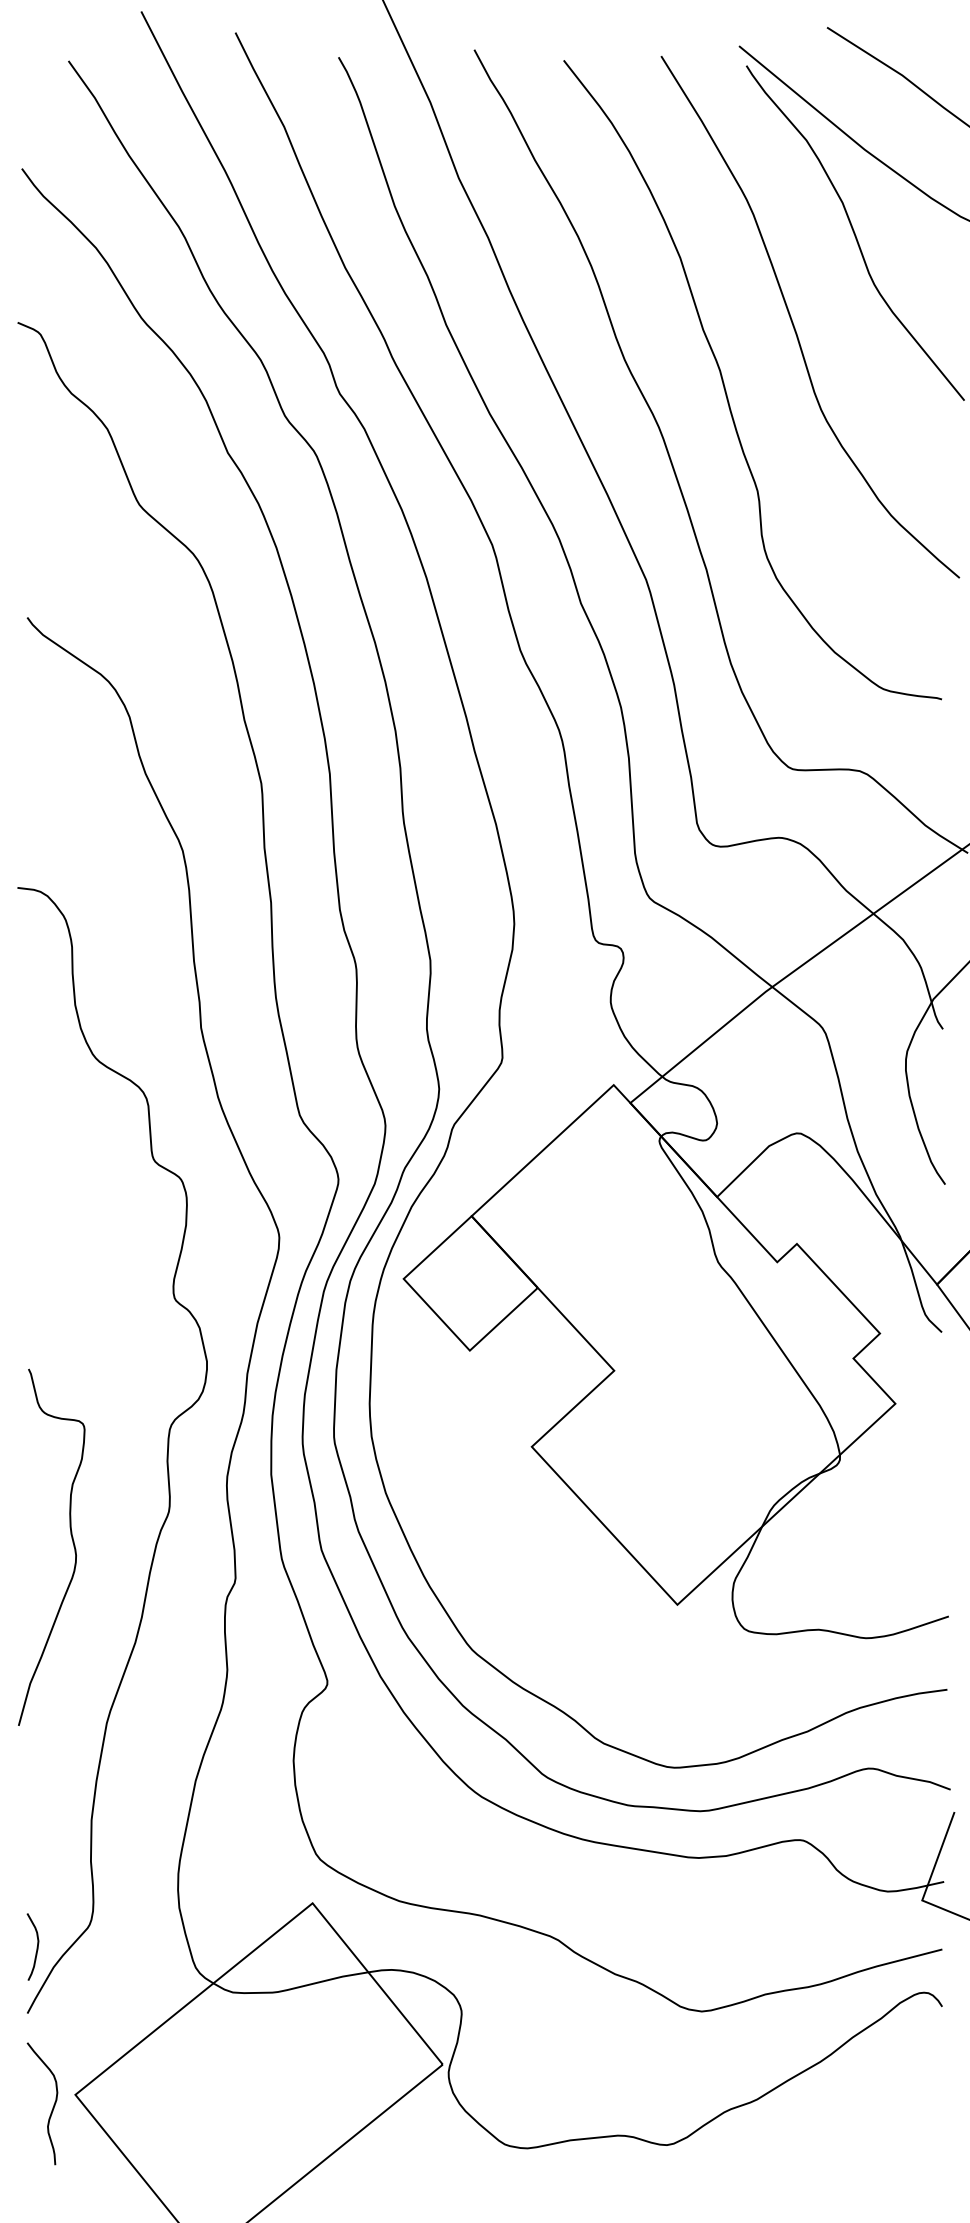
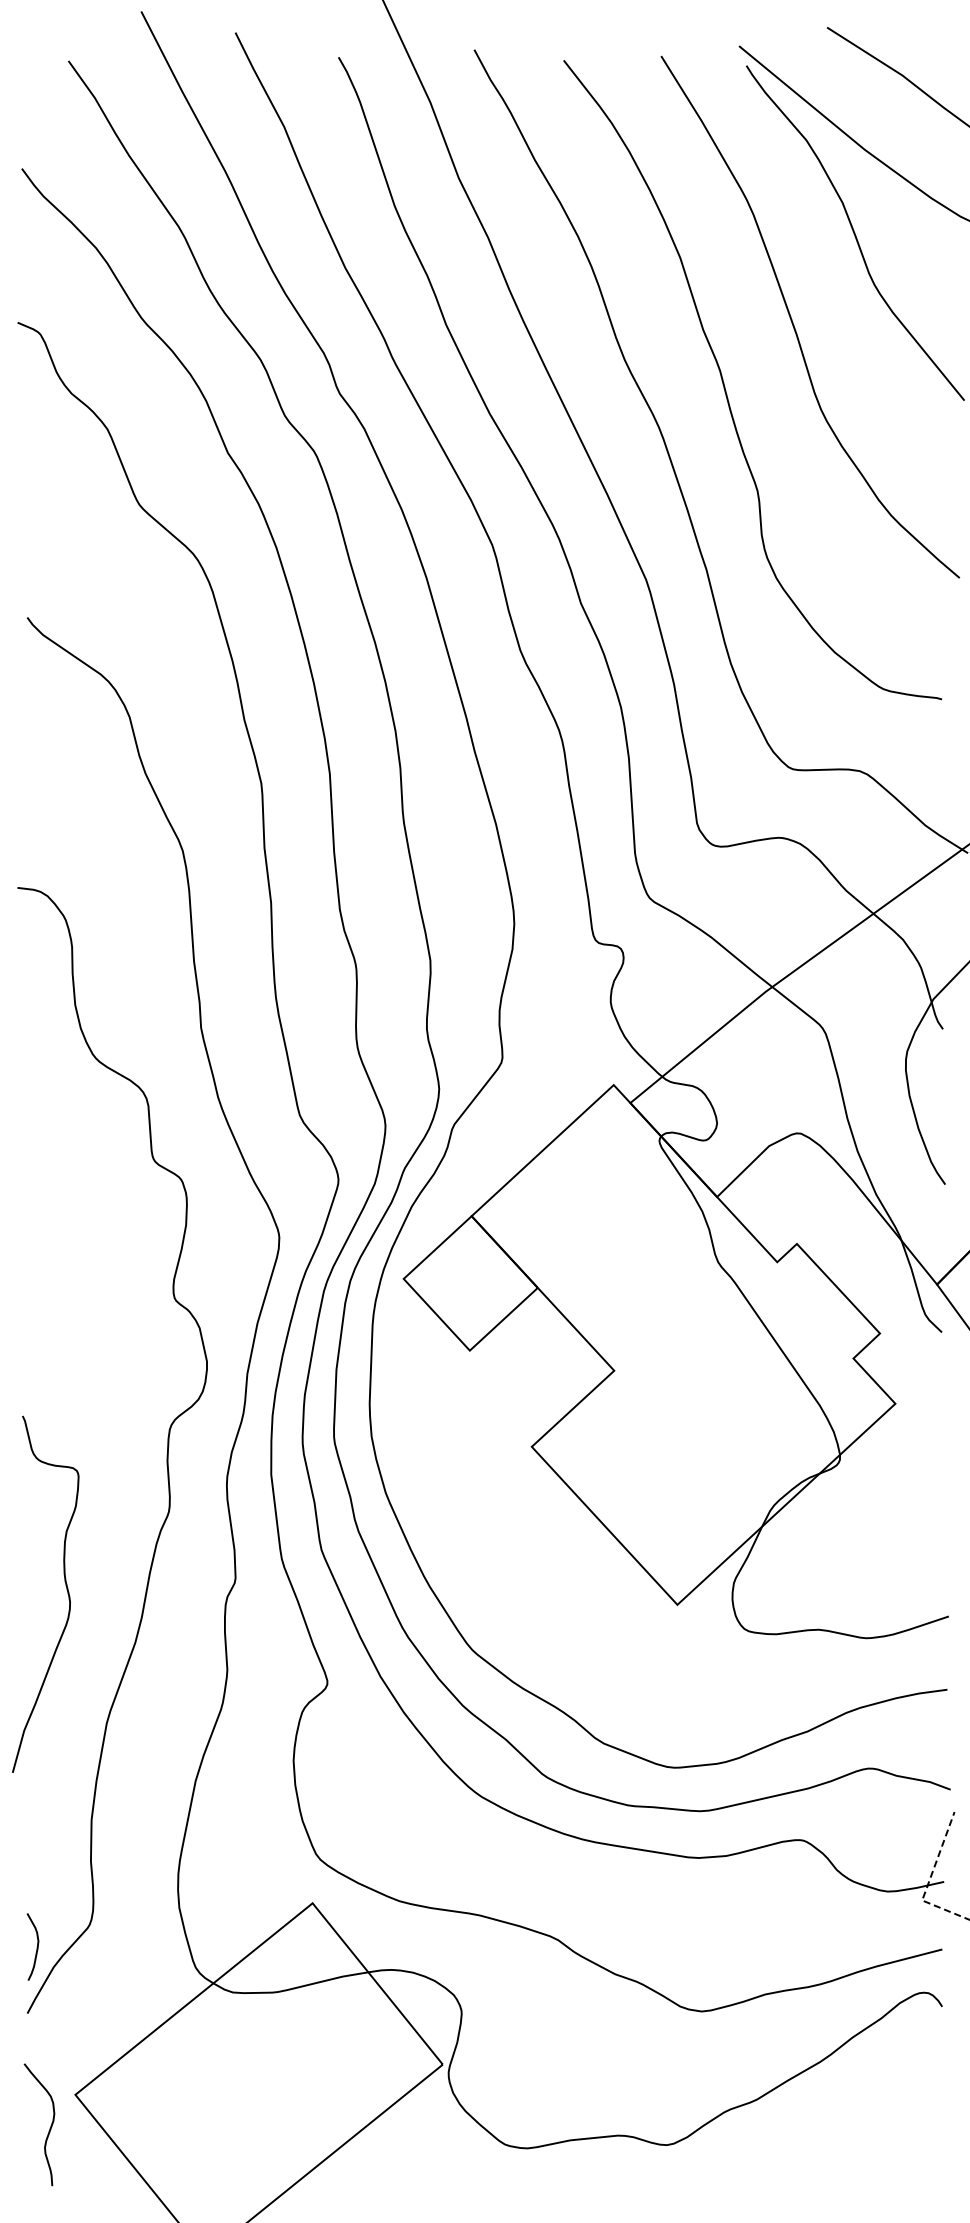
curve at (72, 1543) position: (72, 1543) -> (66, 1590)
line at (929, 1879): solid -> dashed
curve at (52, 2107) position: (52, 2107) -> (49, 2128)
